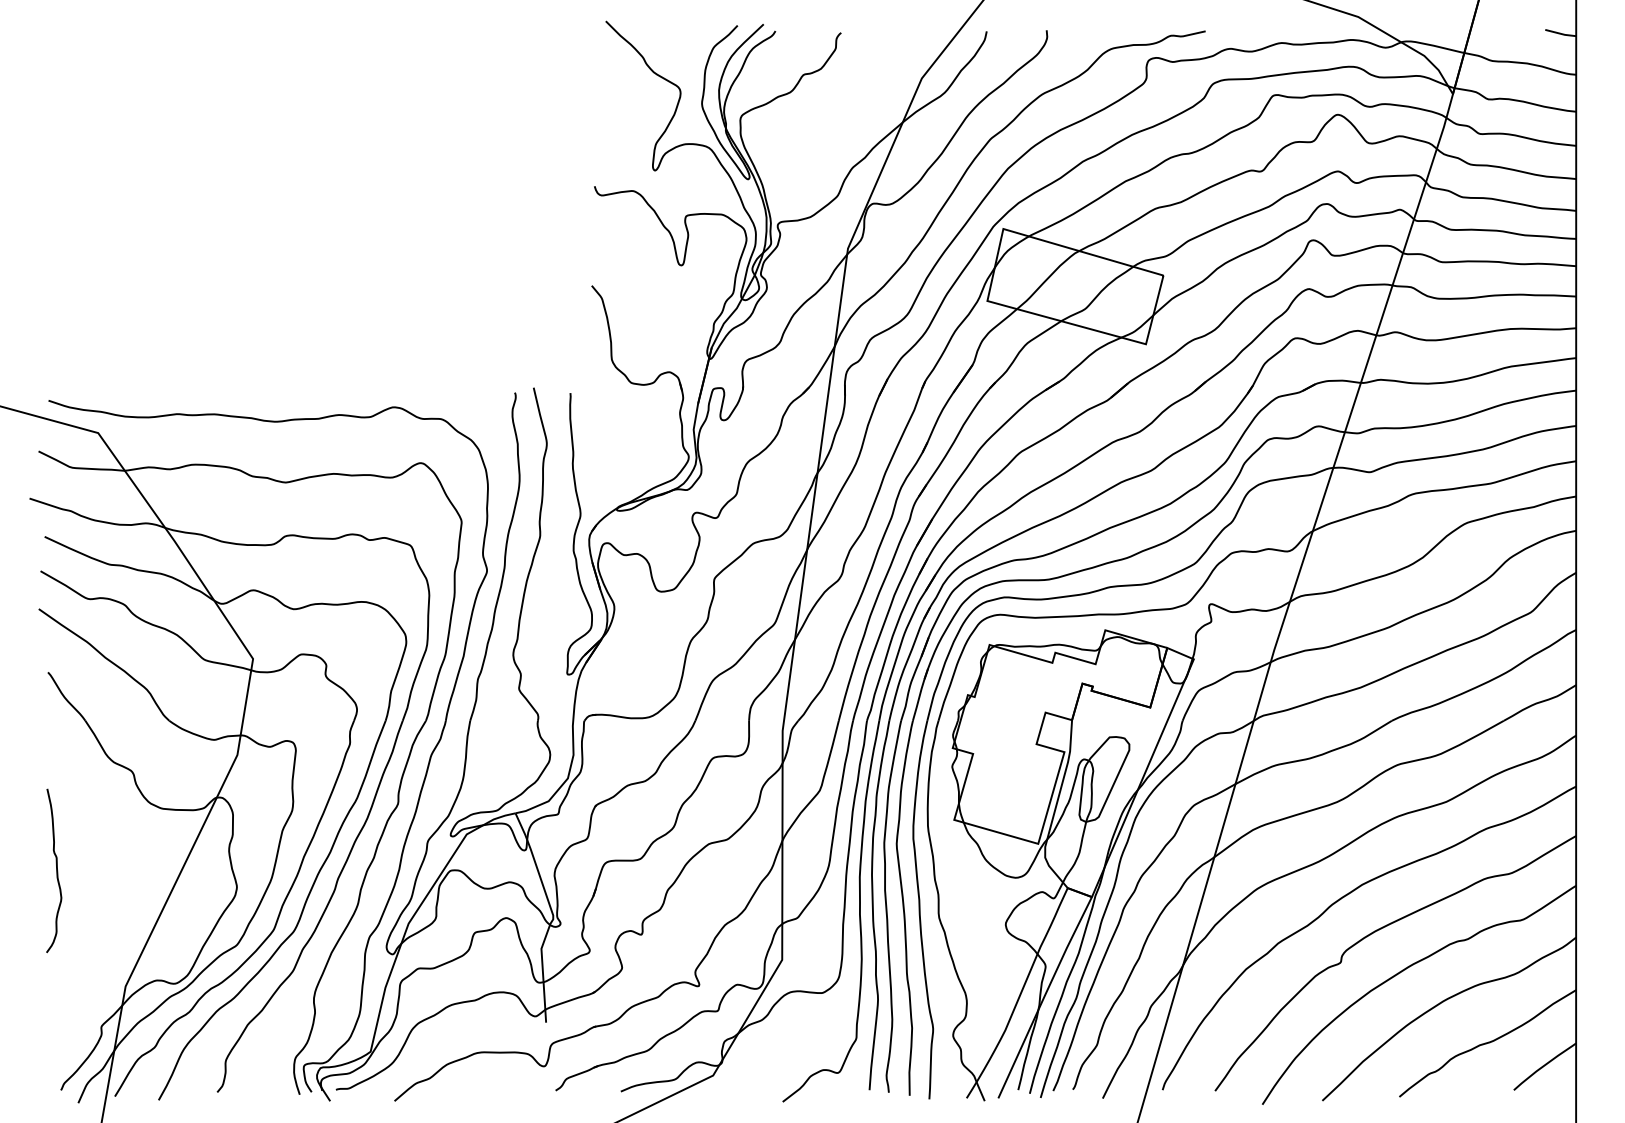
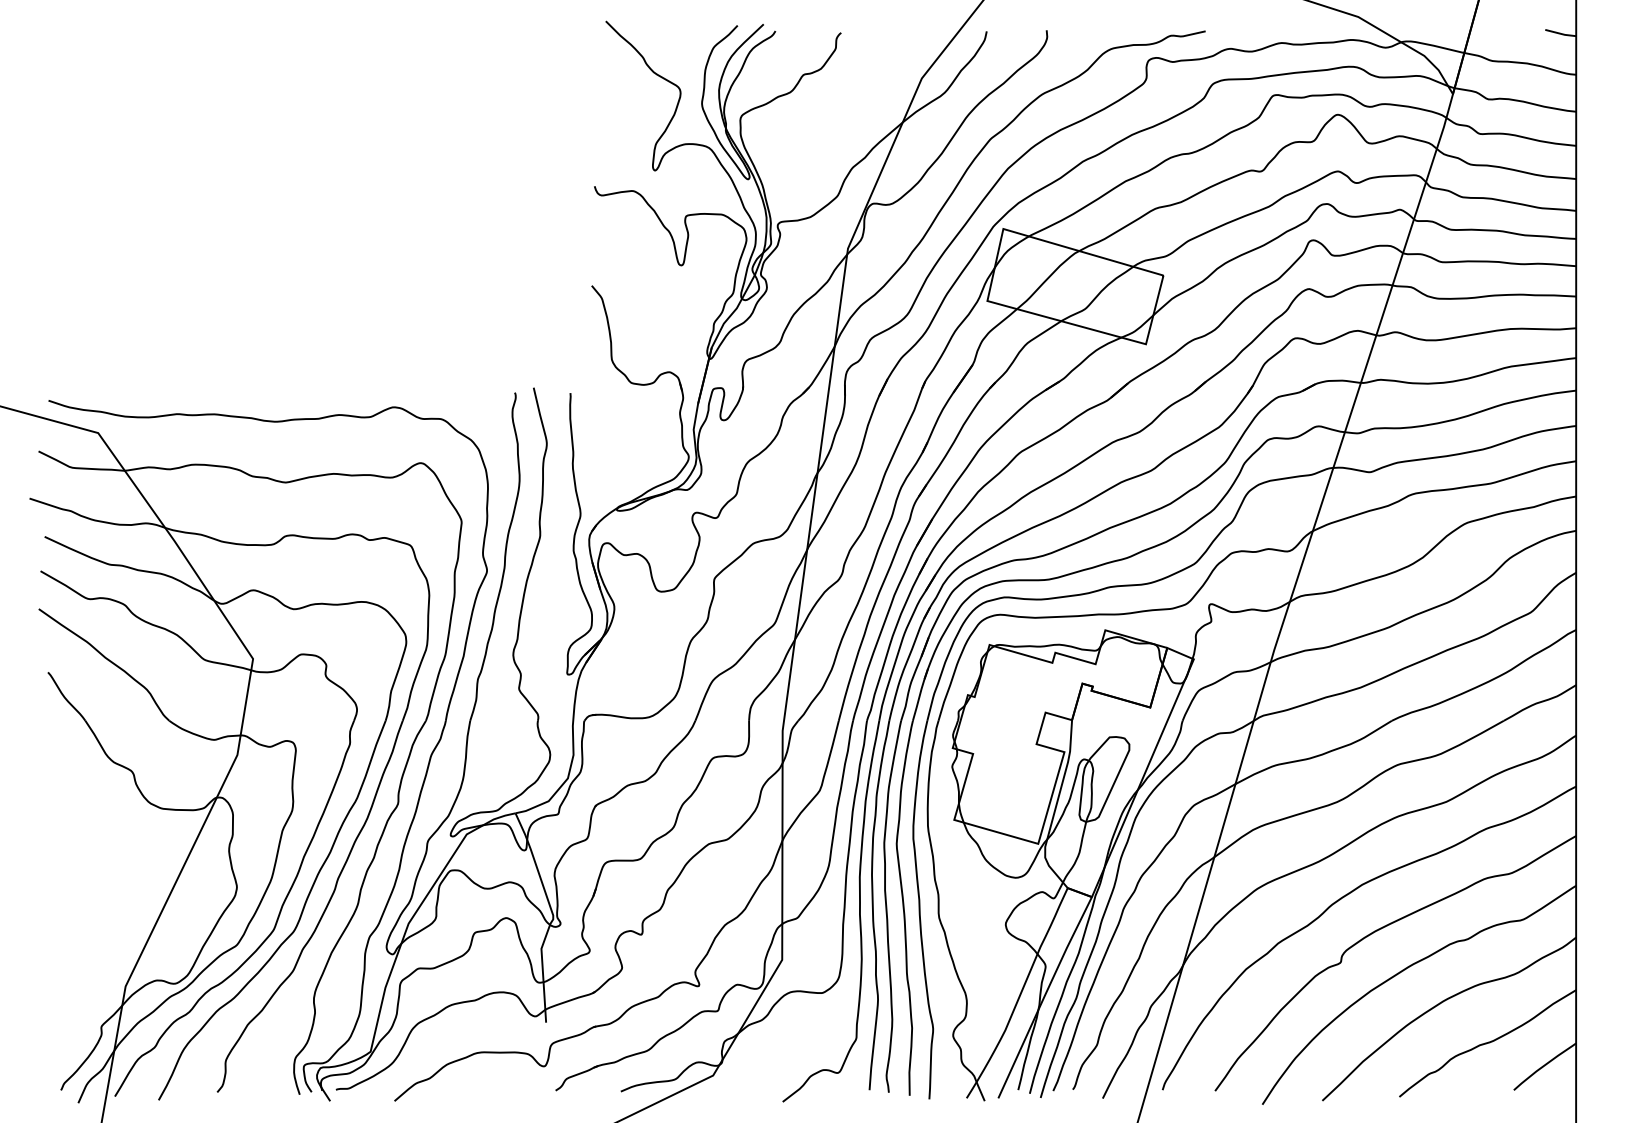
curve at (56, 870): present -> none
